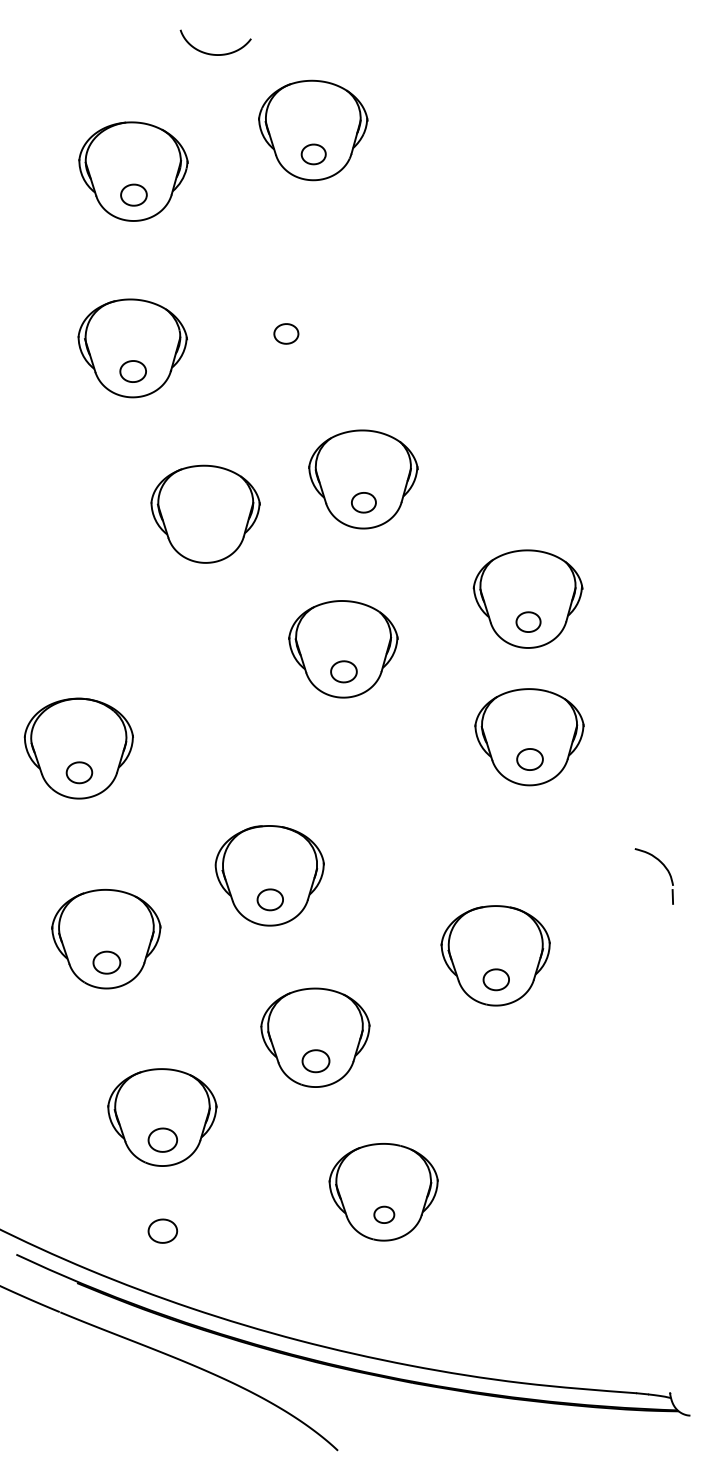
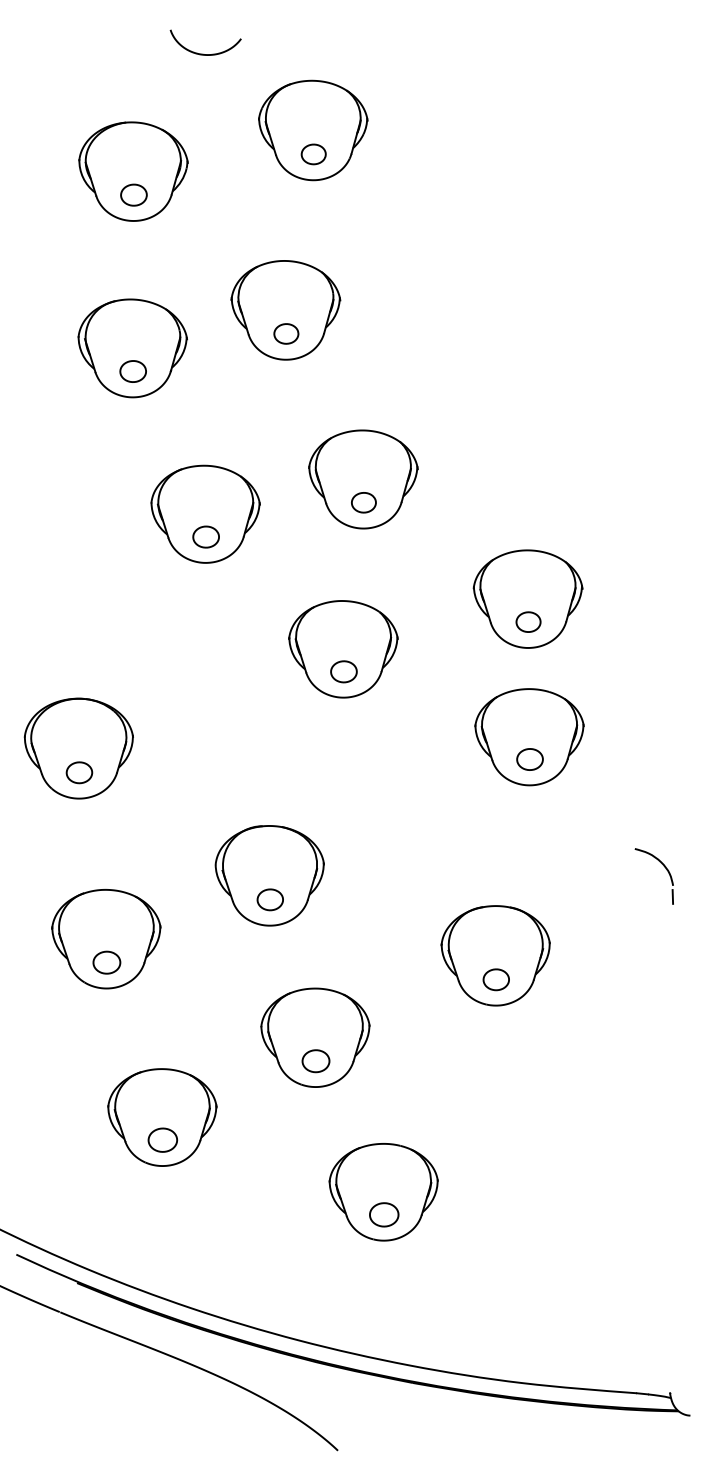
curve at (213, 53) position: (213, 53) -> (203, 53)
part at (285, 310): none -> present
part at (205, 536): none -> present
part at (384, 1214) size: 23x19 px -> 31x26 px
part at (162, 1230): present -> none
